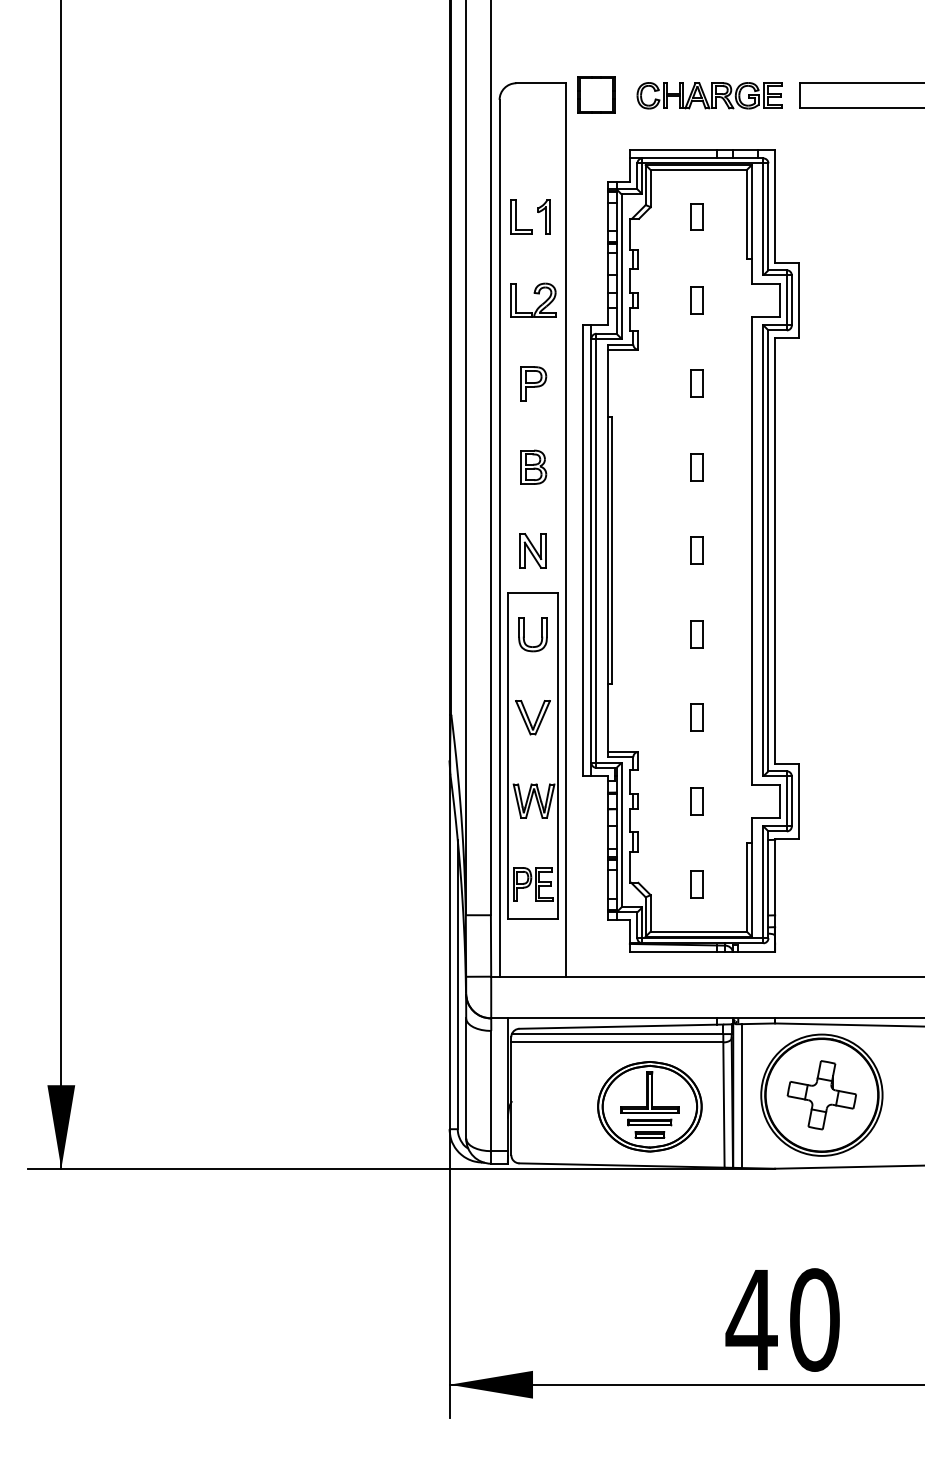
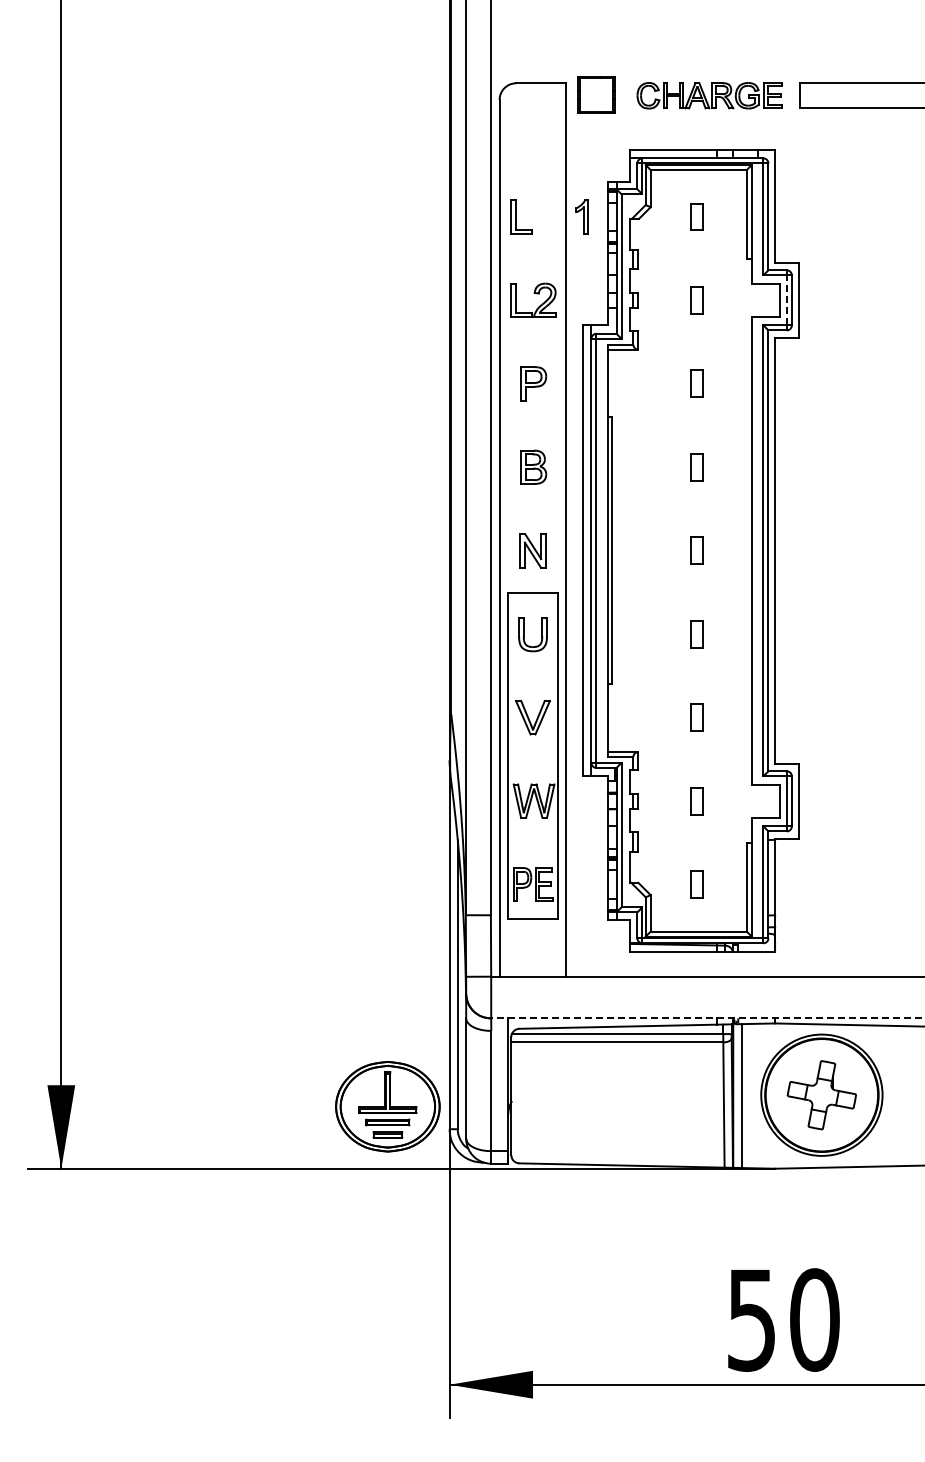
part at (543, 216) position: (543, 216) -> (581, 216)
line at (786, 299): solid -> dashed
line at (708, 1018): solid -> dashed
part at (649, 1106) position: (649, 1106) -> (387, 1106)
text at (751, 1320): 40 -> 50
